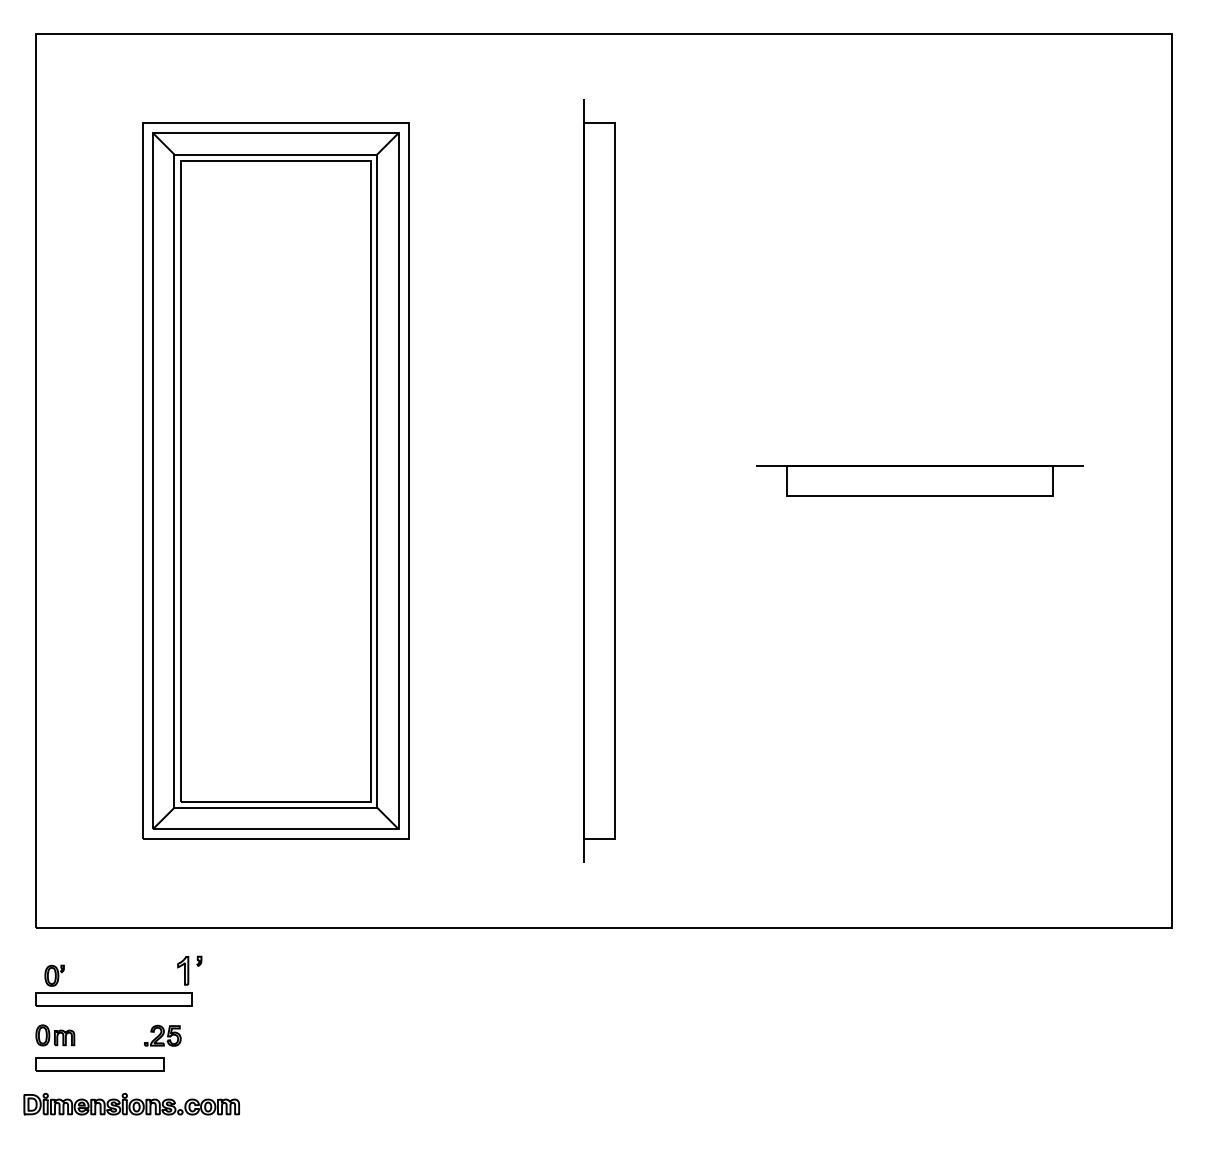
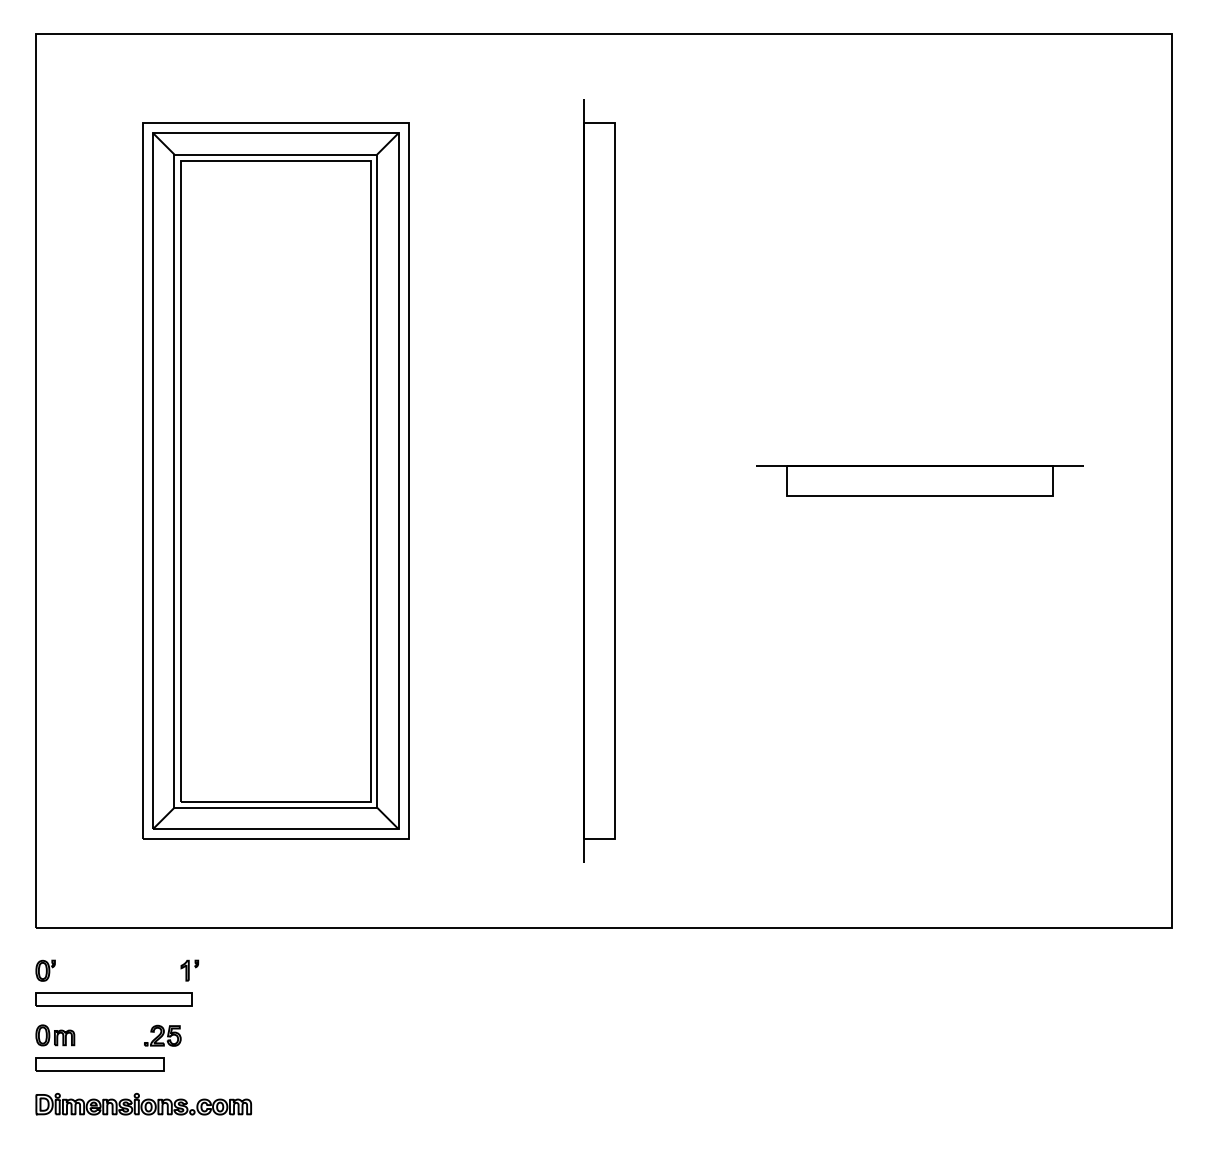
part at (189, 970) size: 26x31 px -> 20x23 px
part at (54, 975) position: (54, 975) -> (45, 970)
part at (131, 1103) position: (131, 1103) -> (143, 1103)
